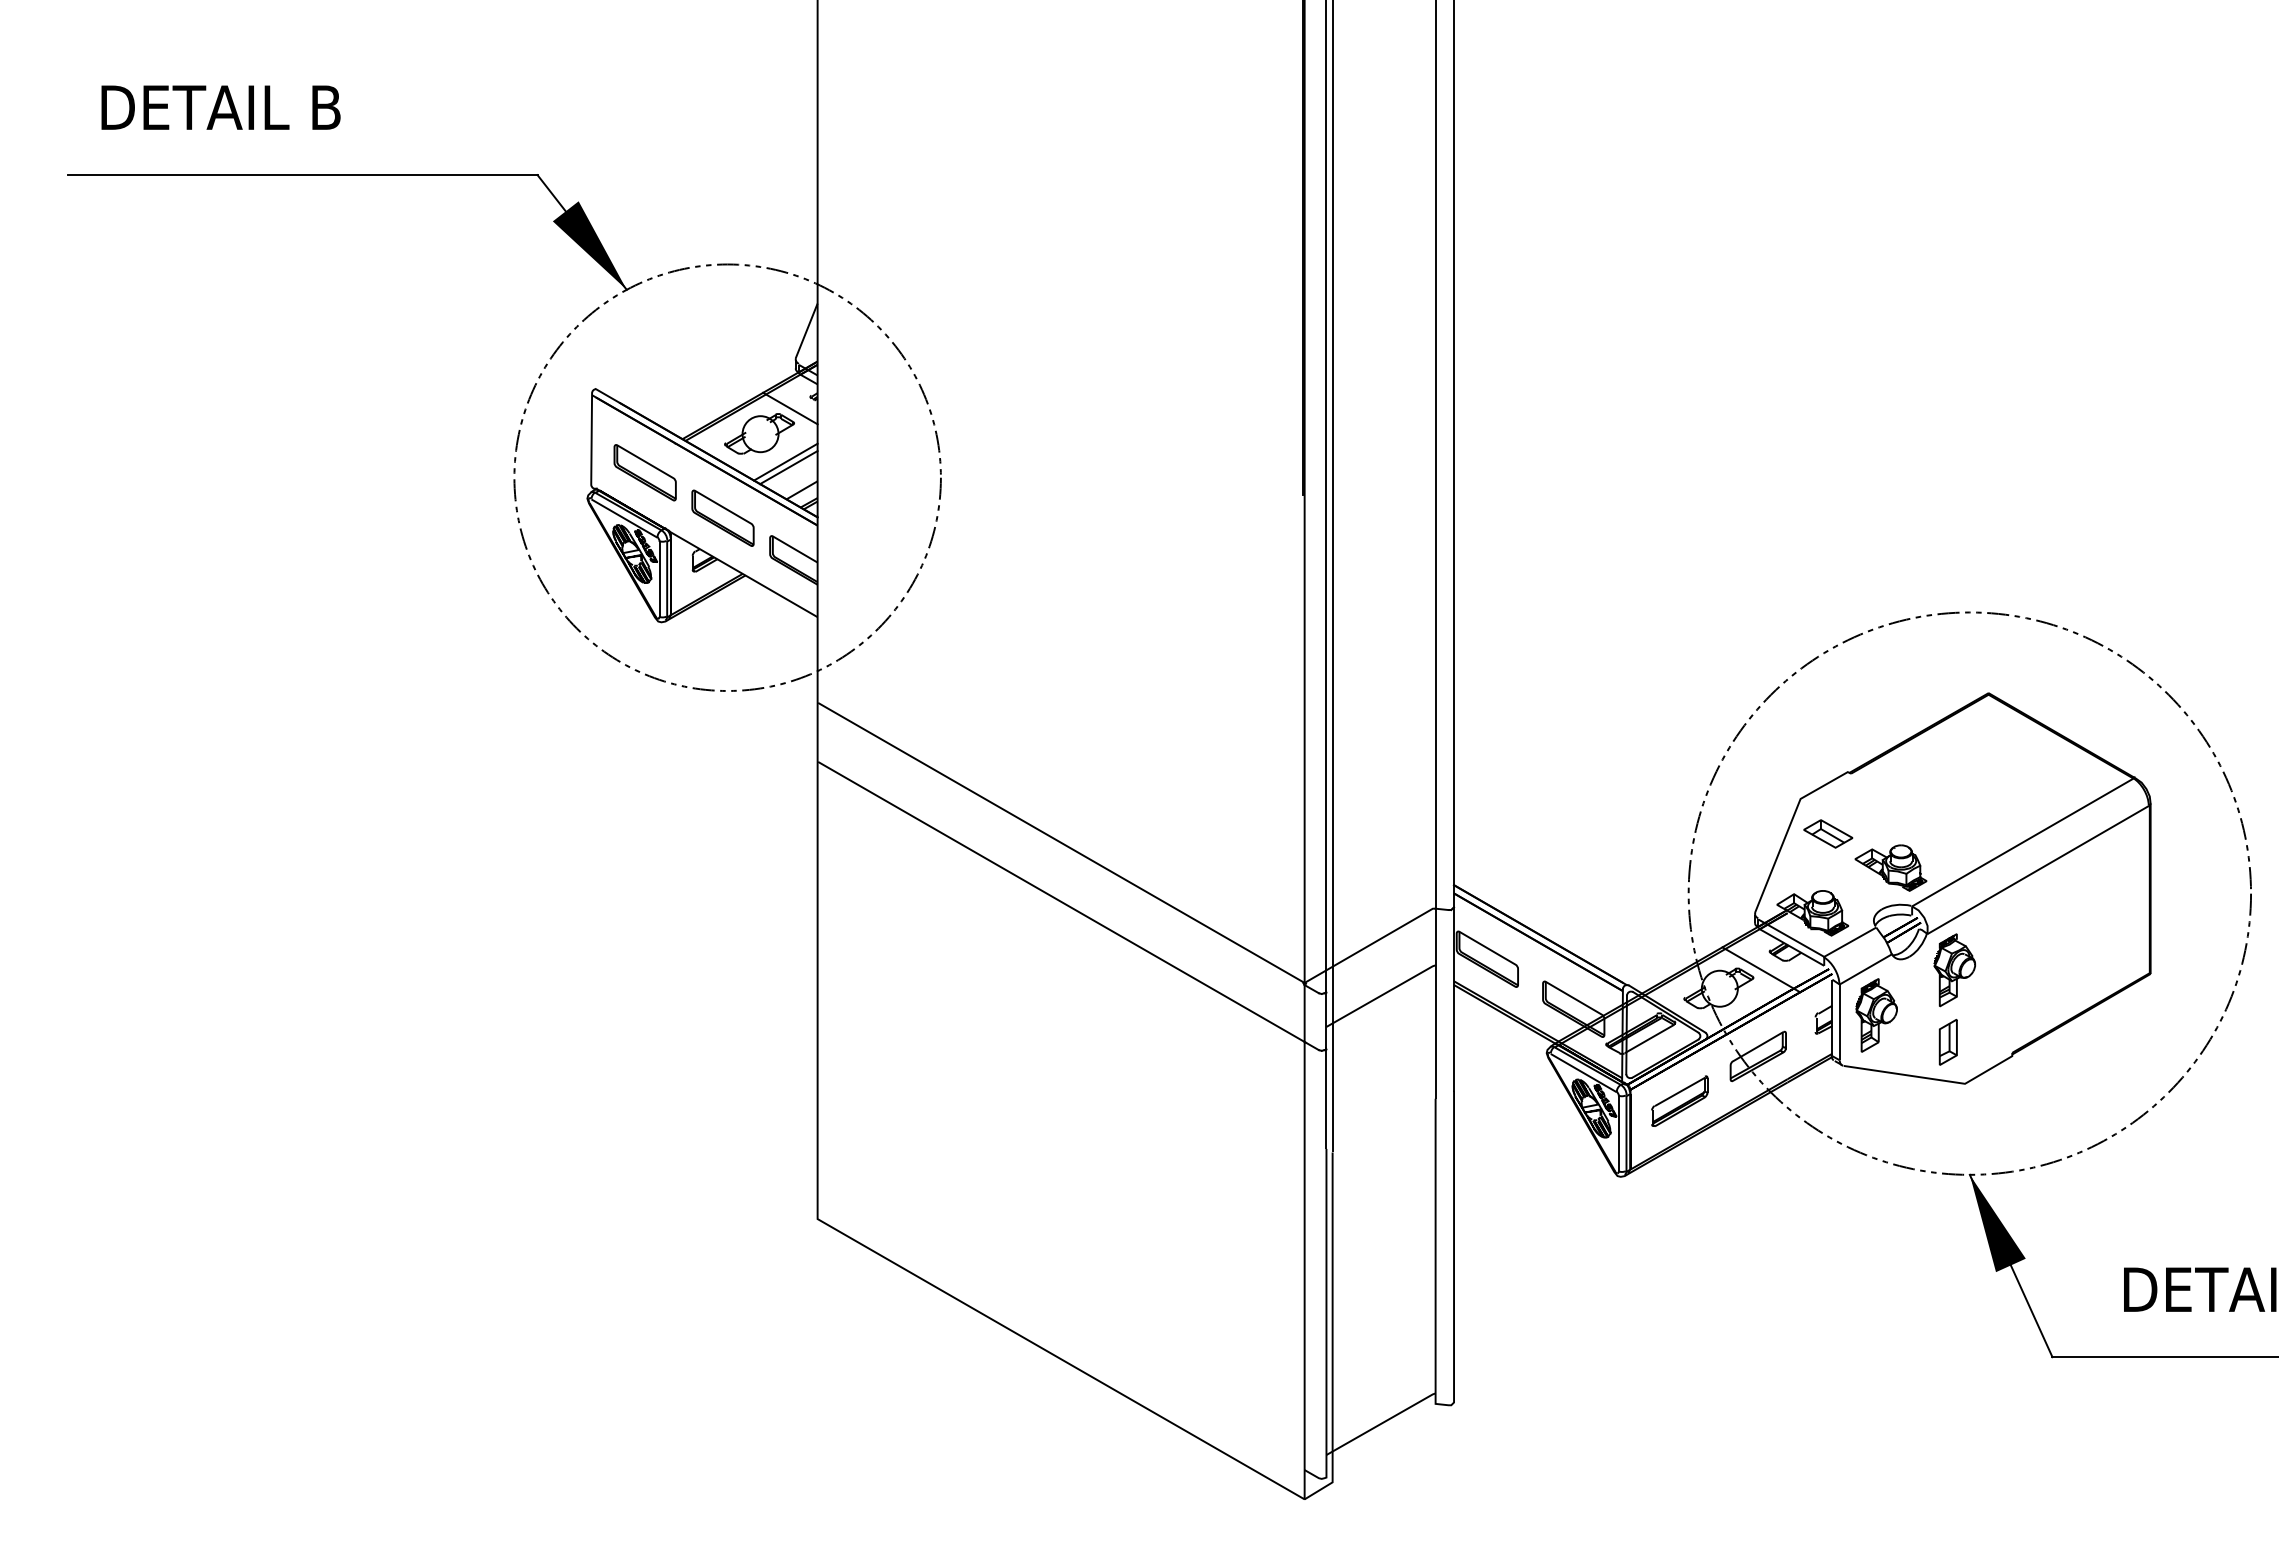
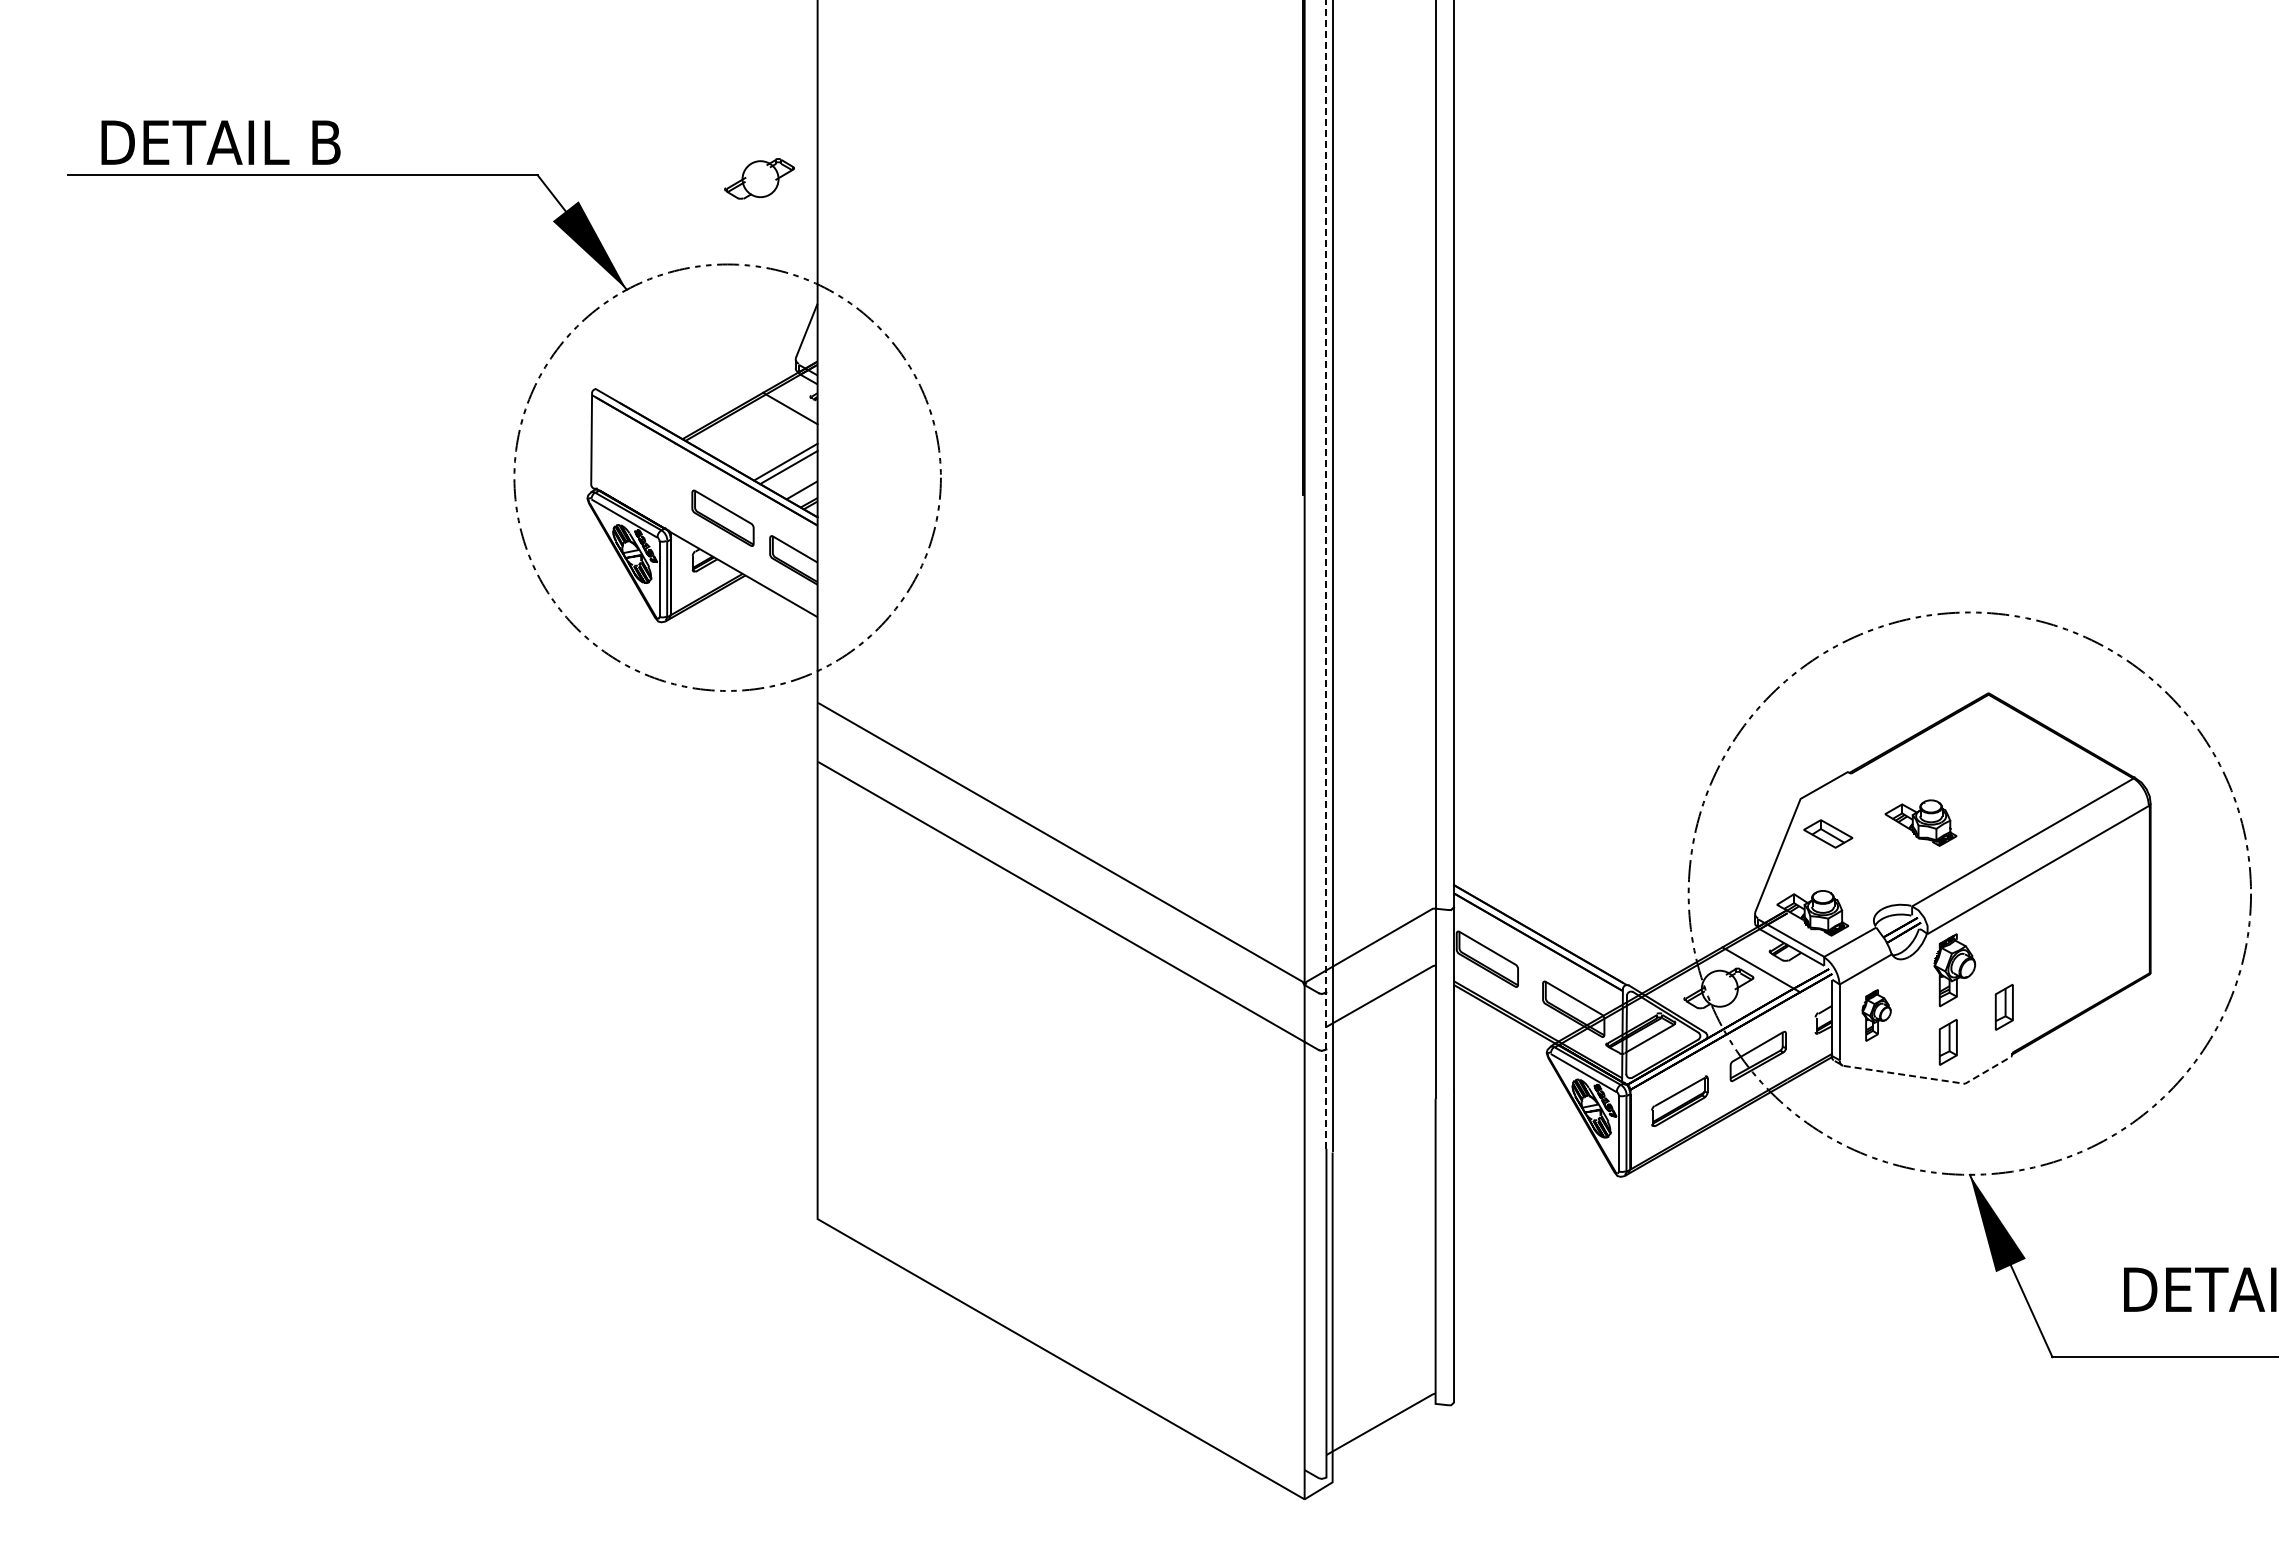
text at (220, 107) position: (220, 107) -> (220, 142)
part at (759, 433) position: (759, 433) -> (759, 178)
part at (644, 472): present -> none
line at (1326, 574): solid -> dashed
part at (1890, 867) position: (1890, 867) -> (1920, 822)
part at (2003, 1007): none -> present
part at (1876, 1015) size: 43x75 px -> 31x53 px
line at (1934, 1079): solid -> dashed
